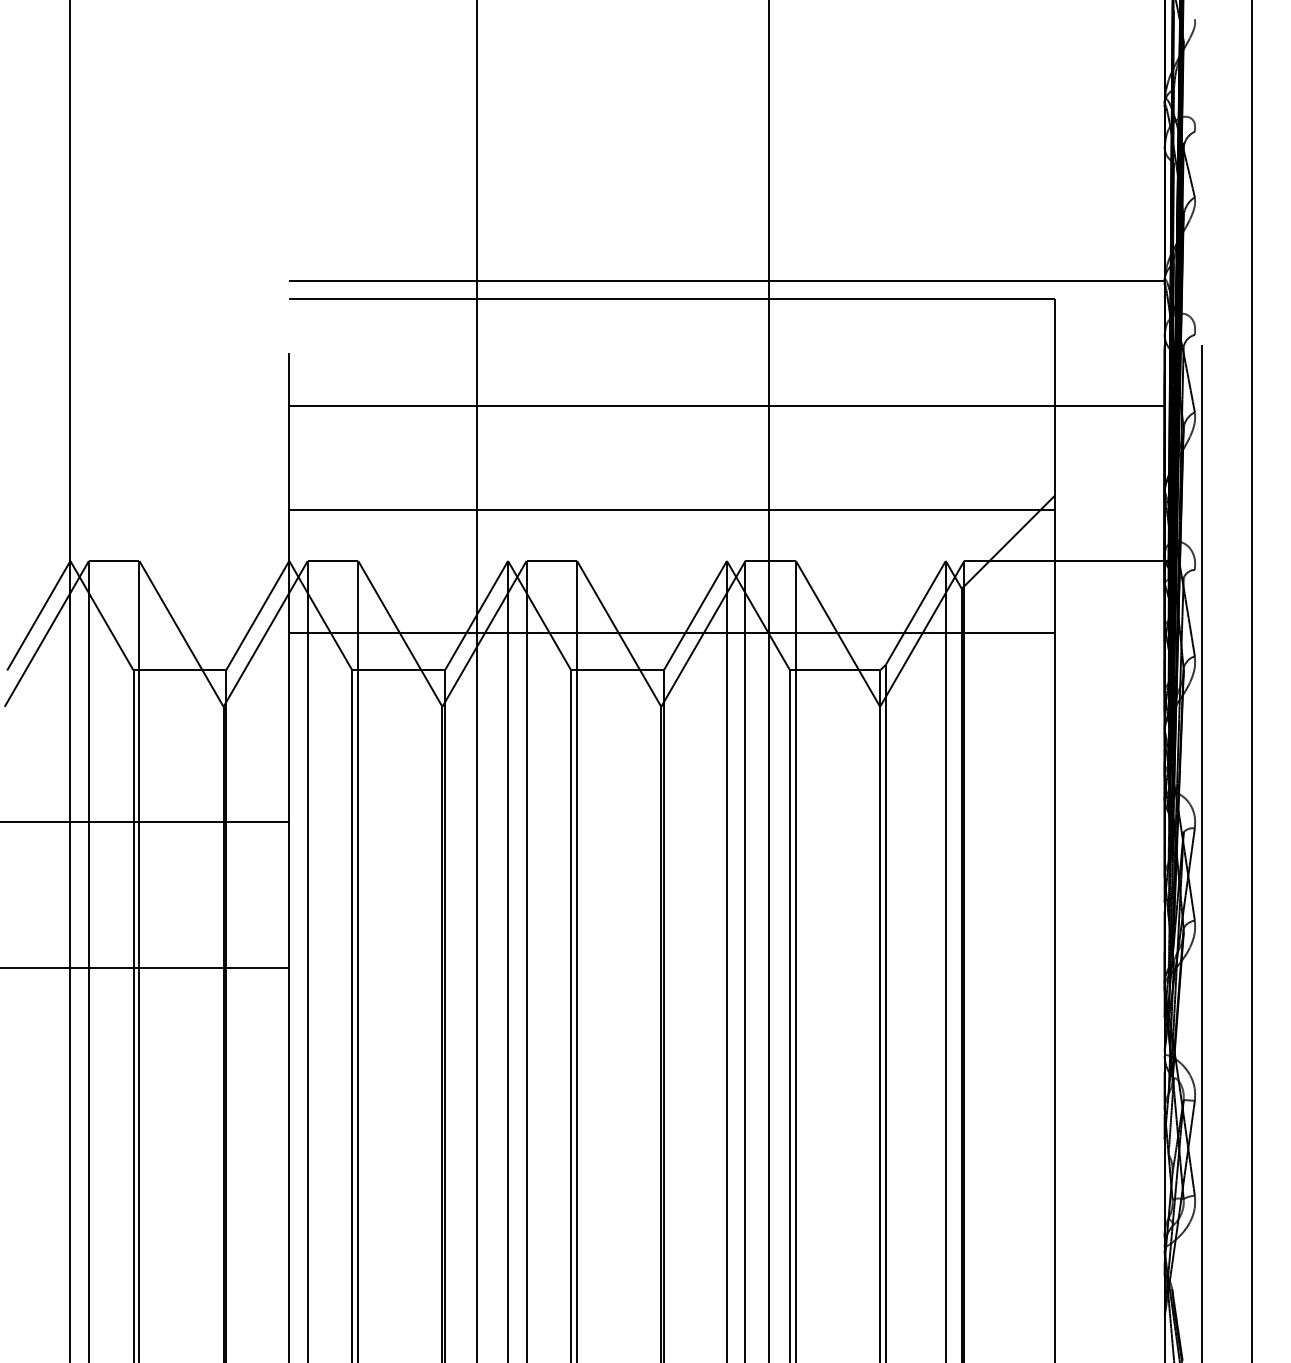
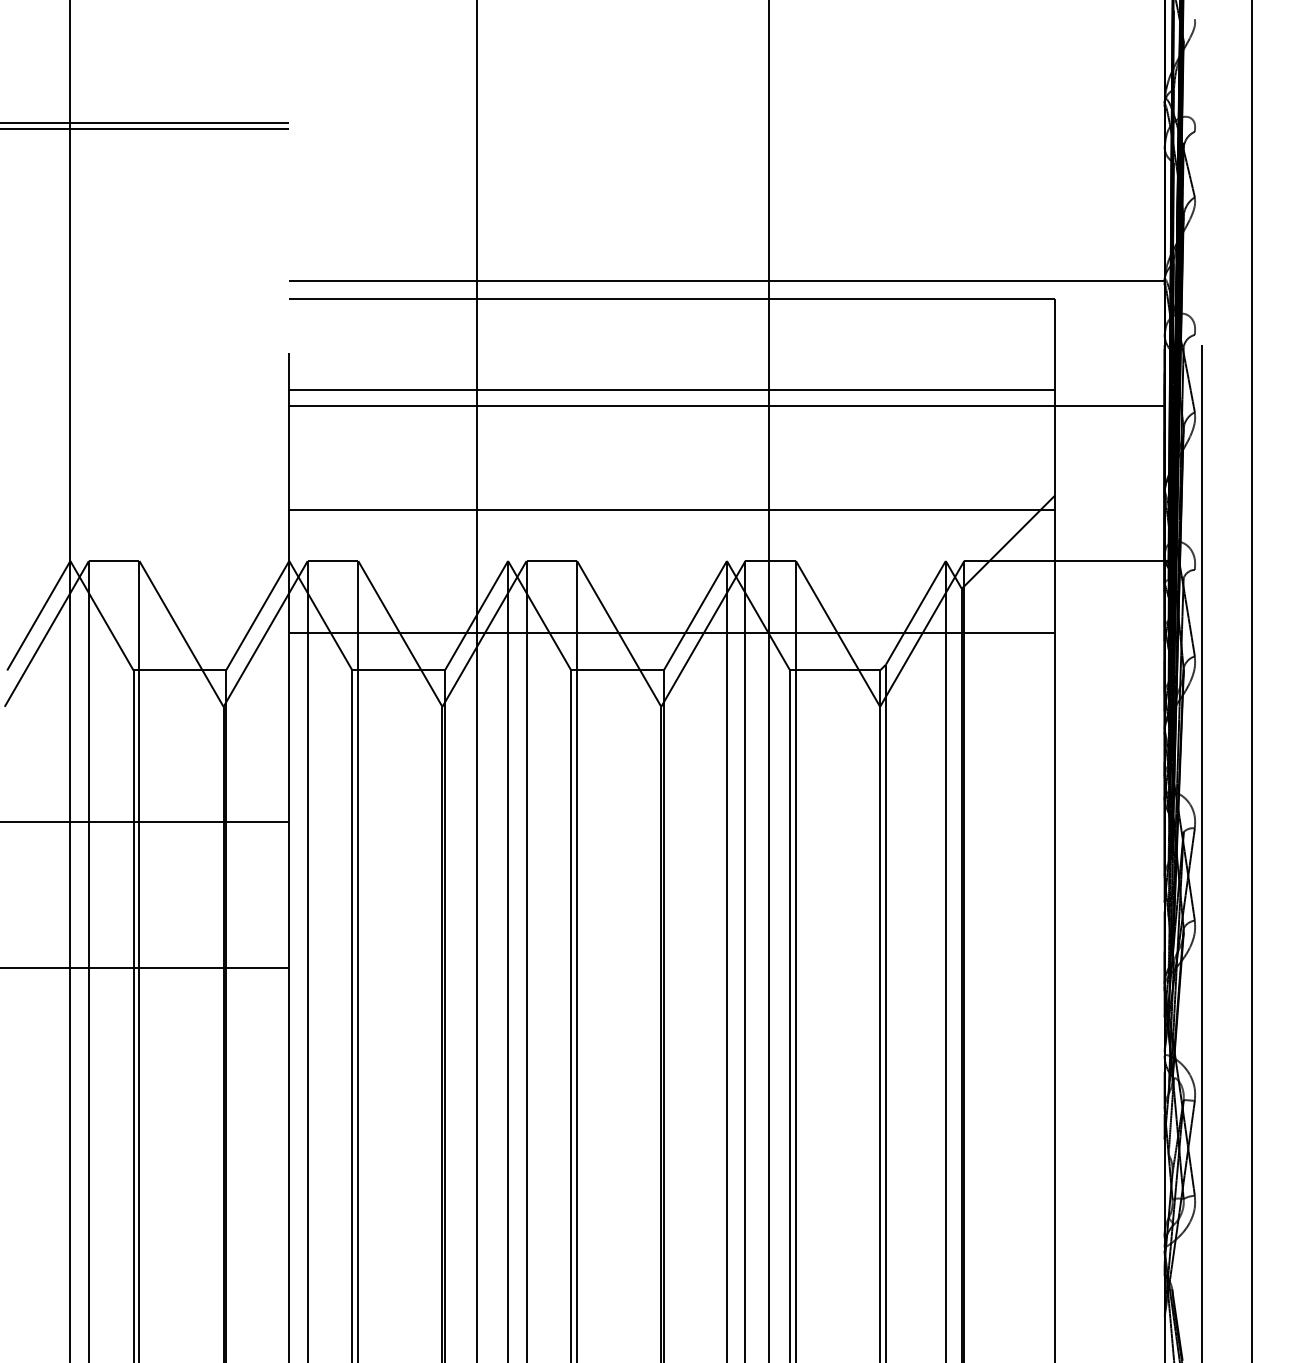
line at (145, 123): none -> present
line at (145, 128): none -> present
line at (672, 389): none -> present
